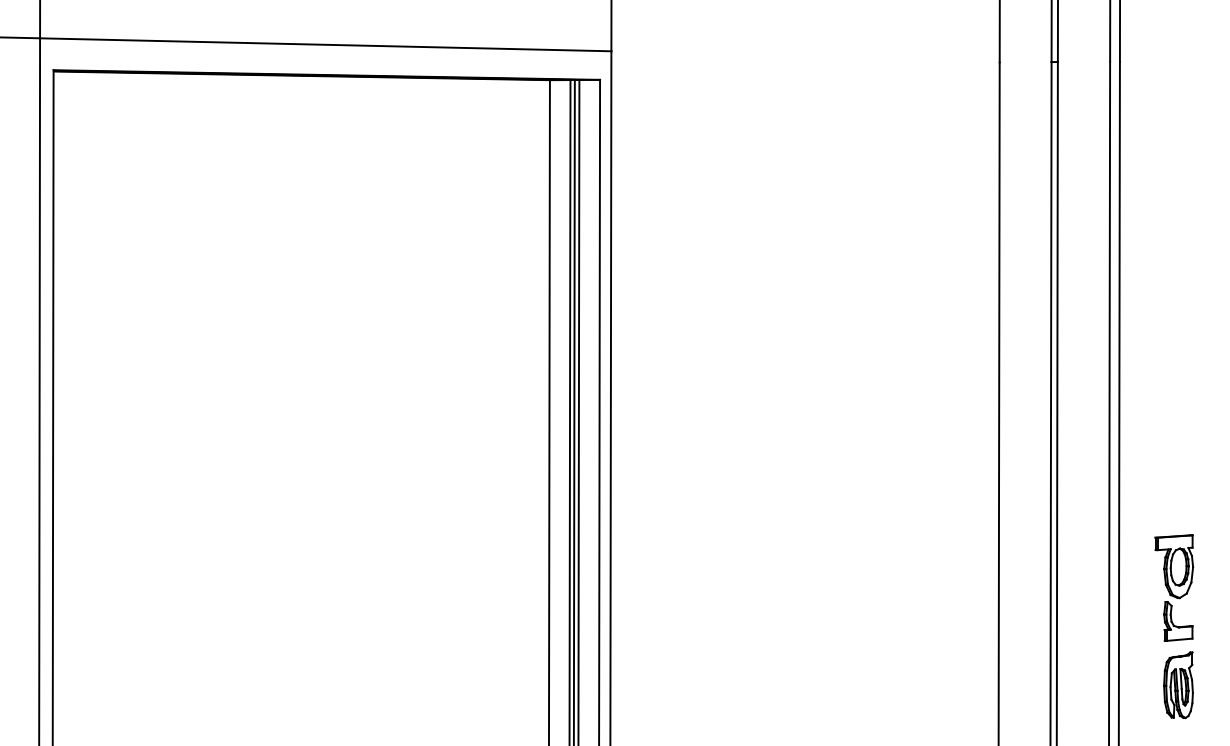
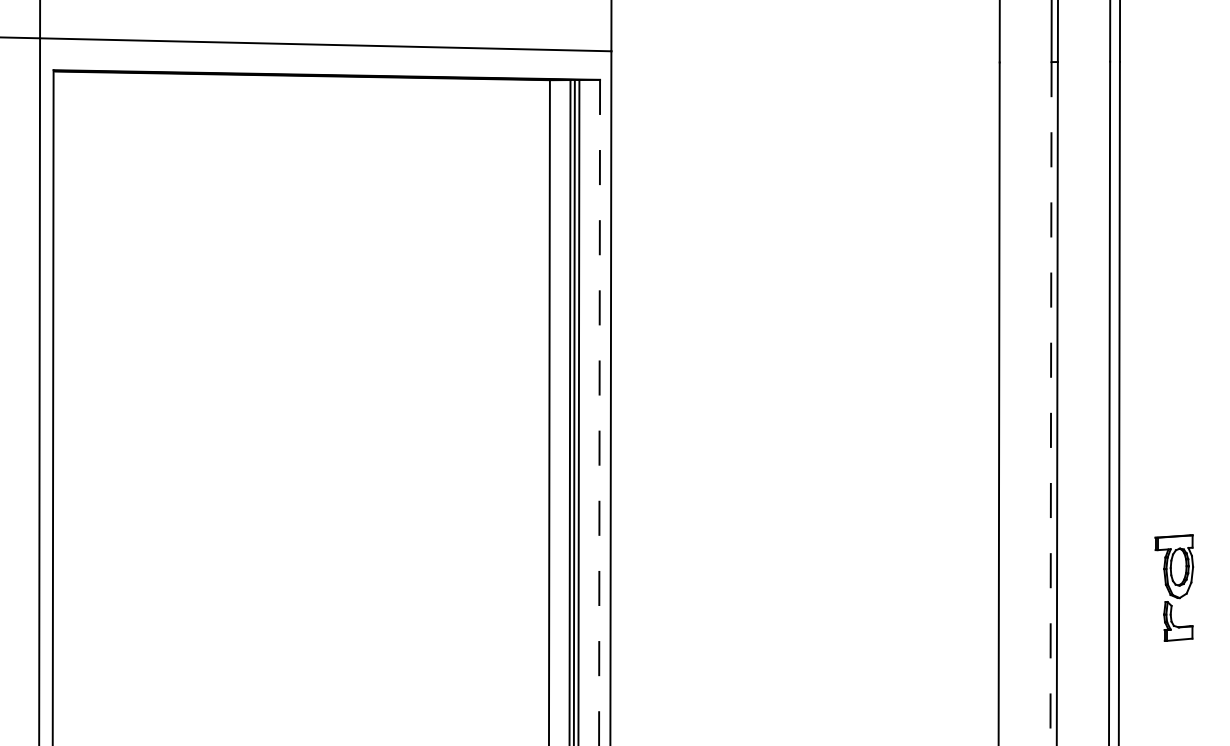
line at (1051, 403): solid -> dashed
line at (599, 412): solid -> dashed
part at (1178, 685): present -> none
